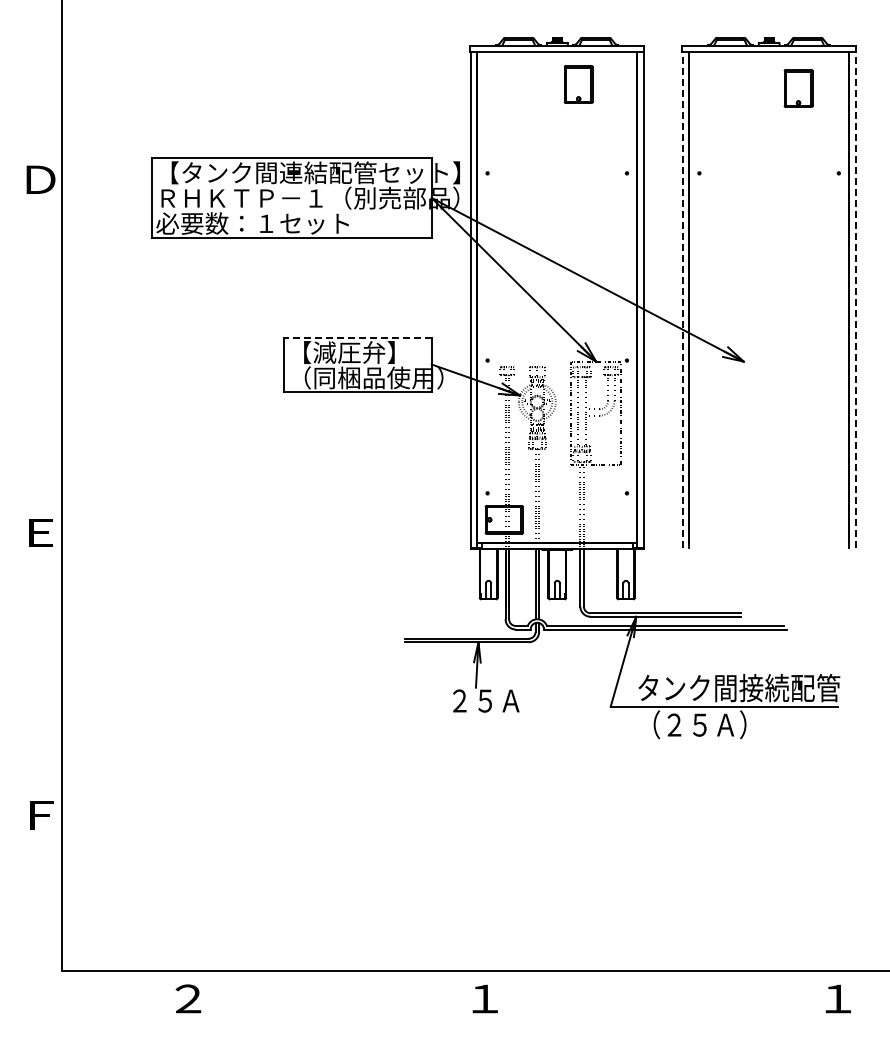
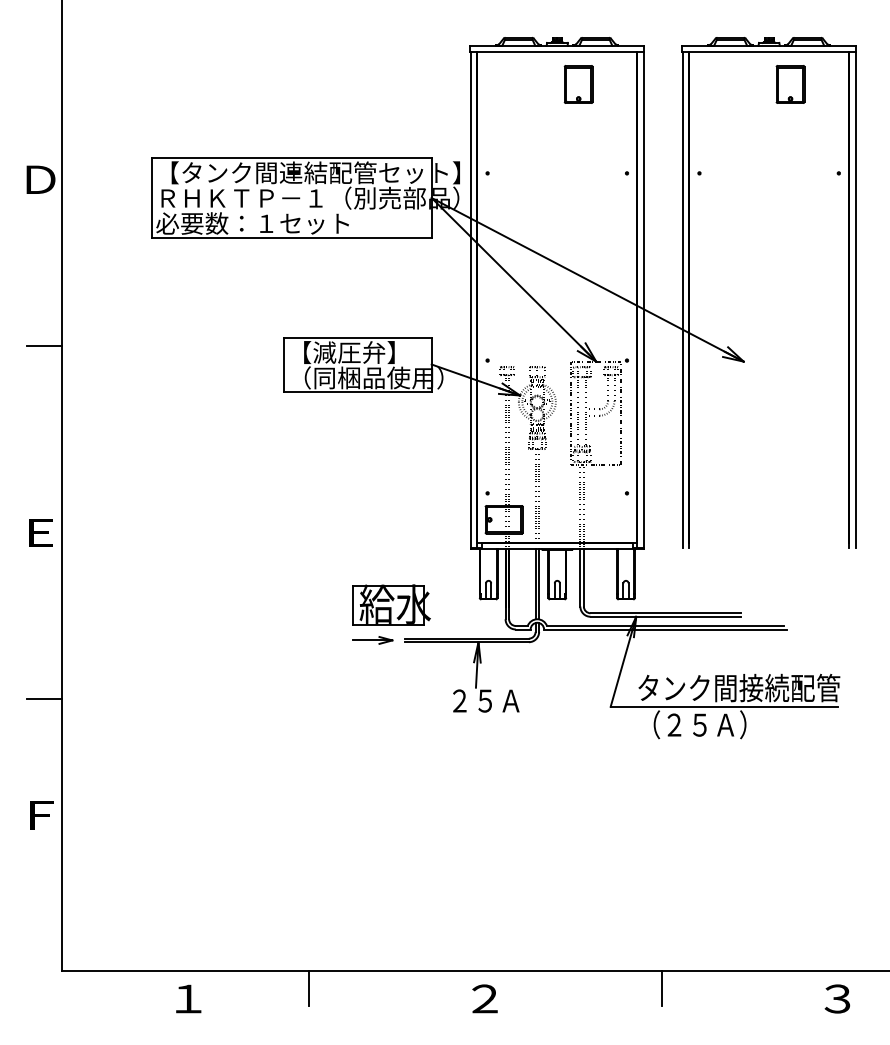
part at (798, 88) position: (798, 88) -> (790, 84)
line at (682, 299): dashed -> solid
line at (855, 299): dashed -> solid
line at (358, 337): dashed -> solid
line at (43, 345): none -> present
part at (391, 604): none -> present
part at (372, 640): none -> present
line at (43, 698): none -> present
line at (309, 988): none -> present
line at (662, 988): none -> present
text at (188, 998): ２ -> １
text at (484, 998): １ -> ２
text at (837, 998): １ -> ３
